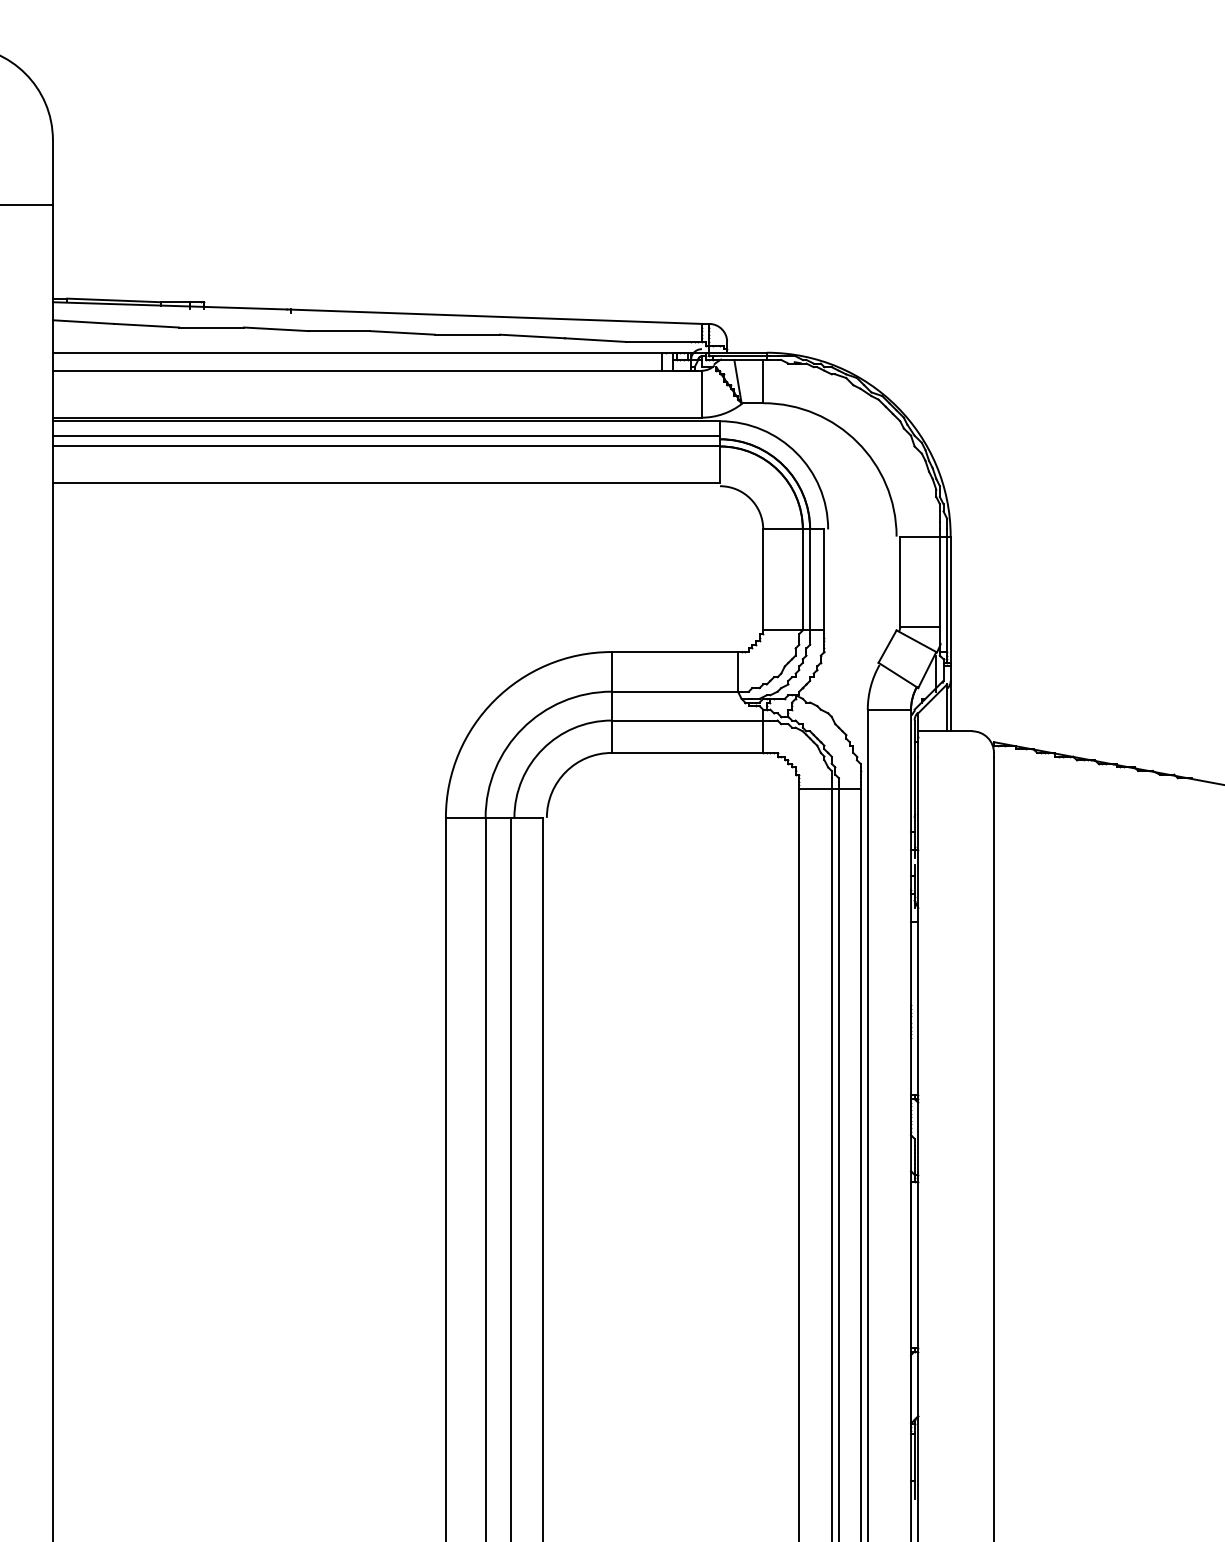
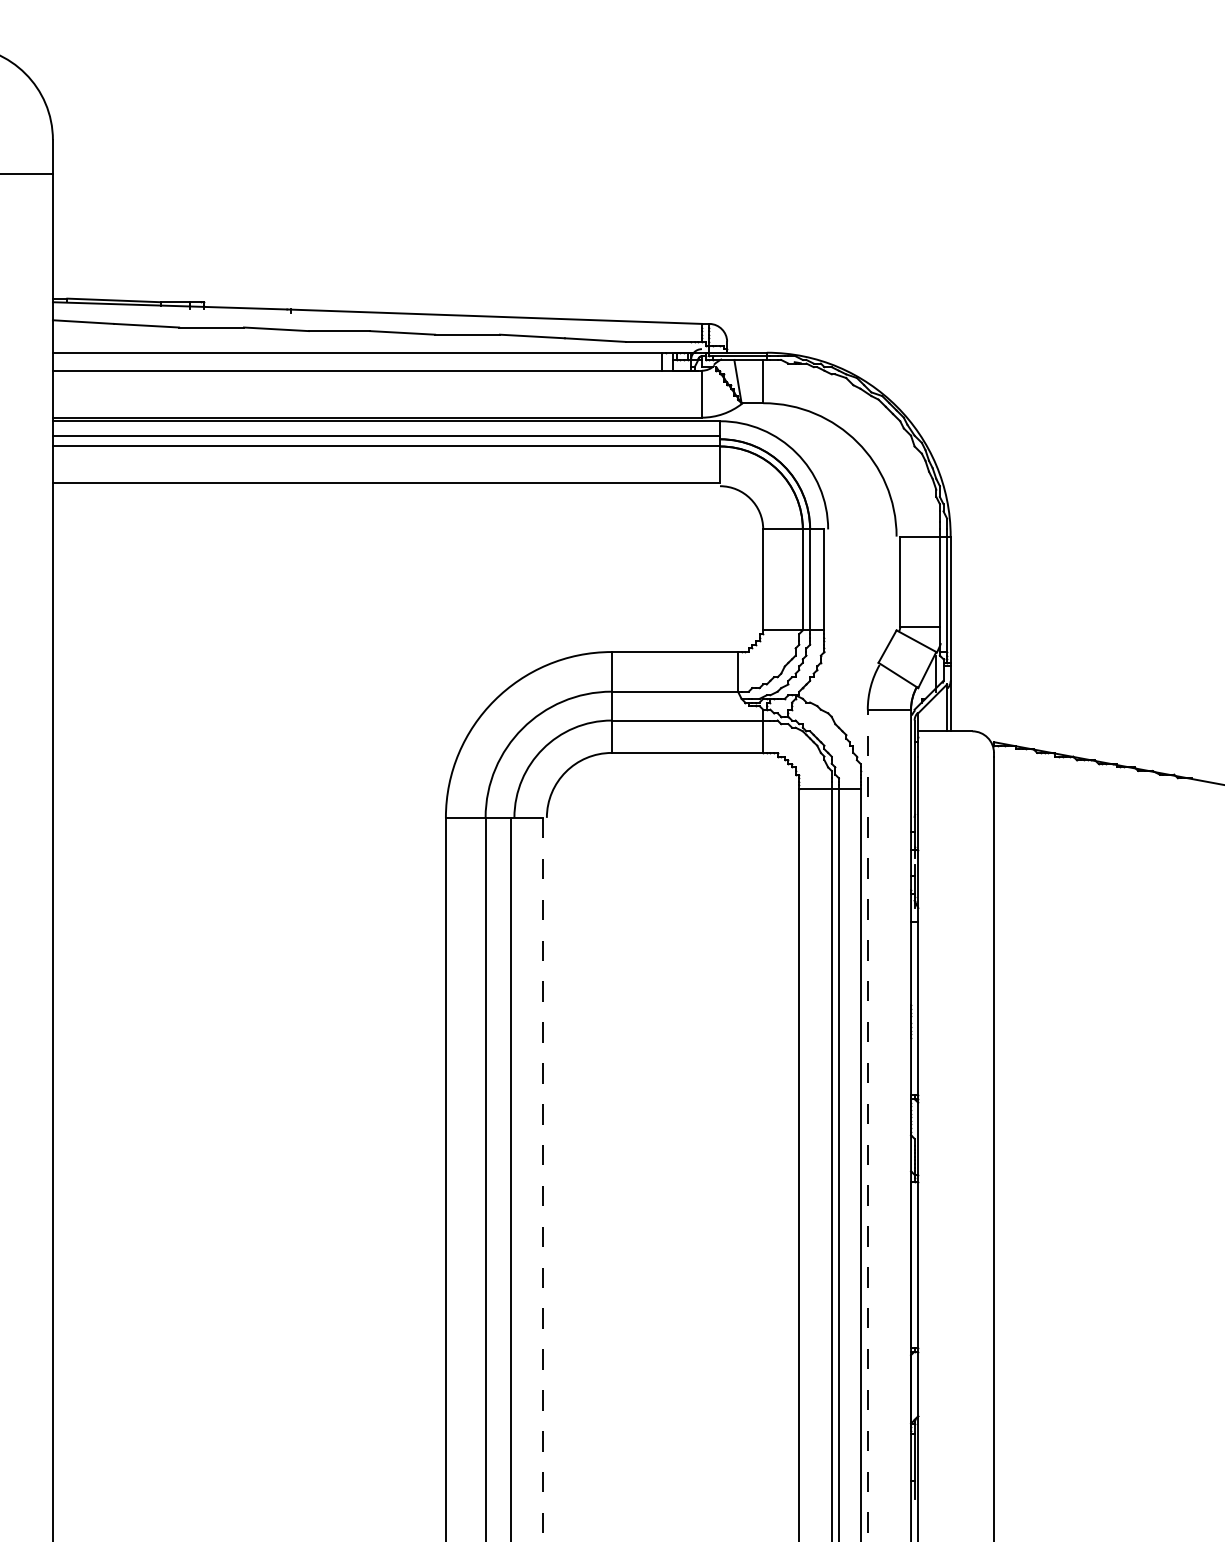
line at (27, 204) position: (27, 204) -> (27, 173)
line at (867, 1125): solid -> dashed
line at (543, 1179): solid -> dashed
